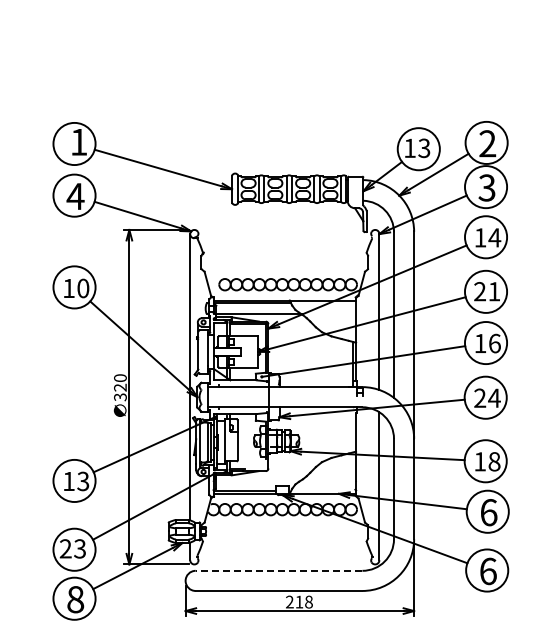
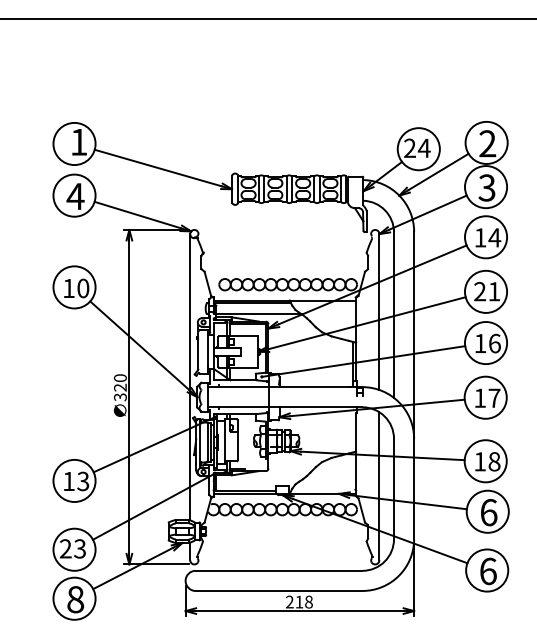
line at (267, 19): none -> present
text at (417, 148): 13 -> 24
text at (487, 397): 24 -> 17
line at (278, 570): dashed -> solid
